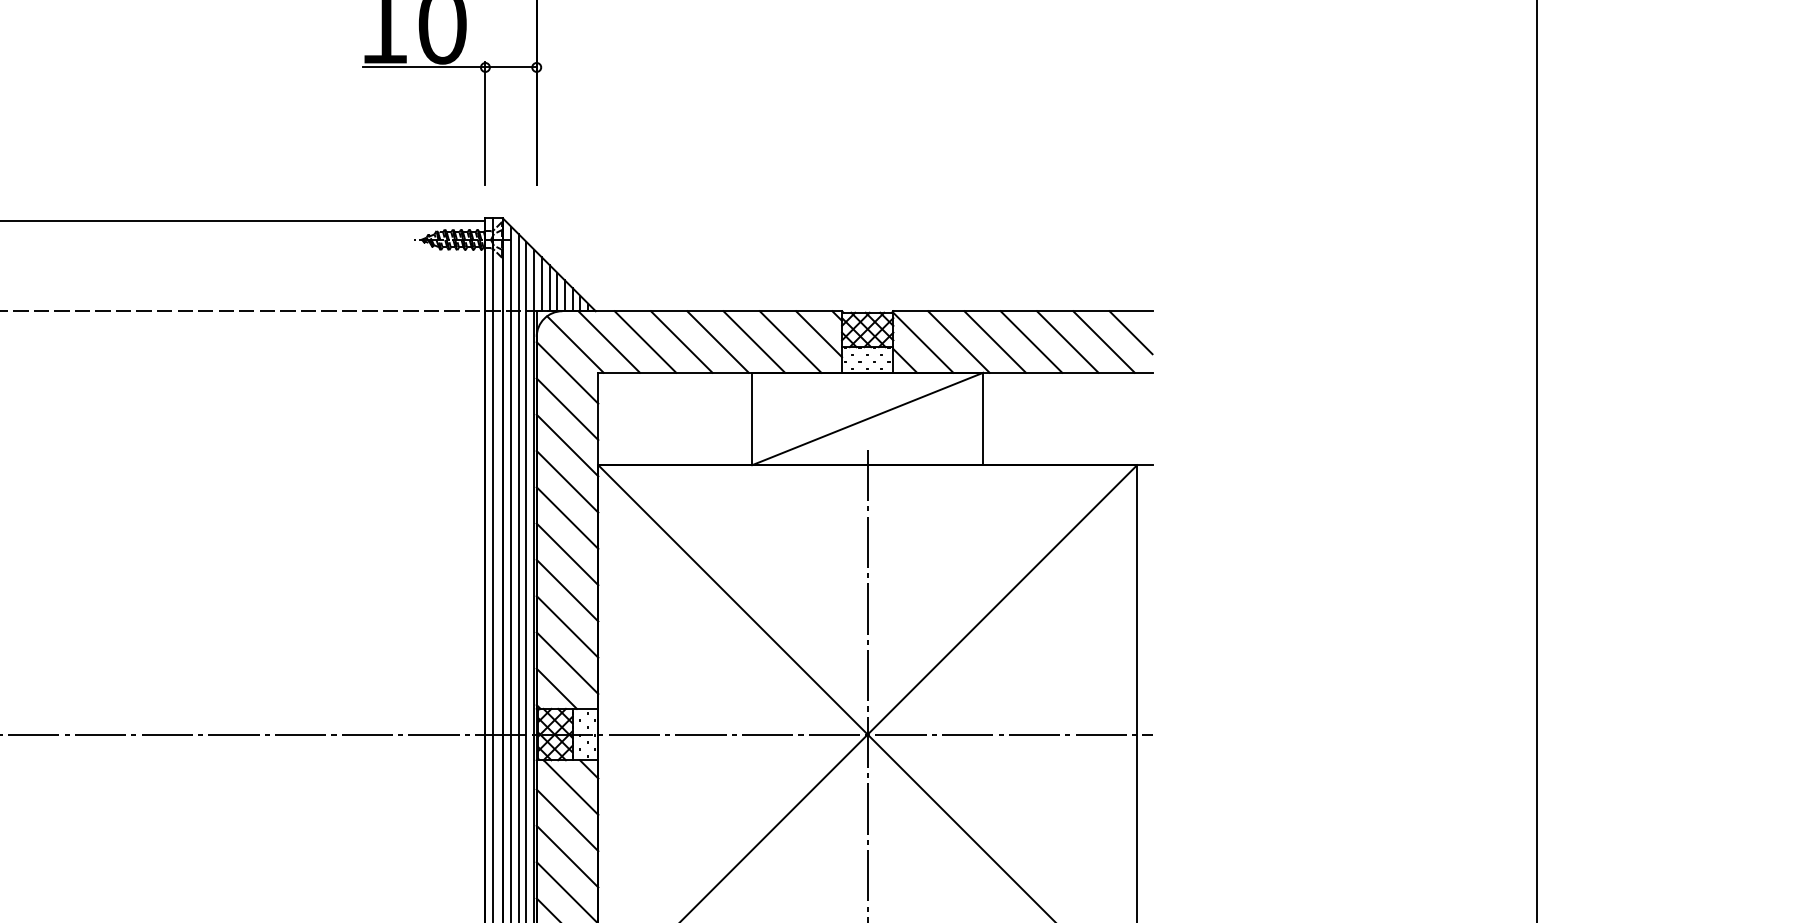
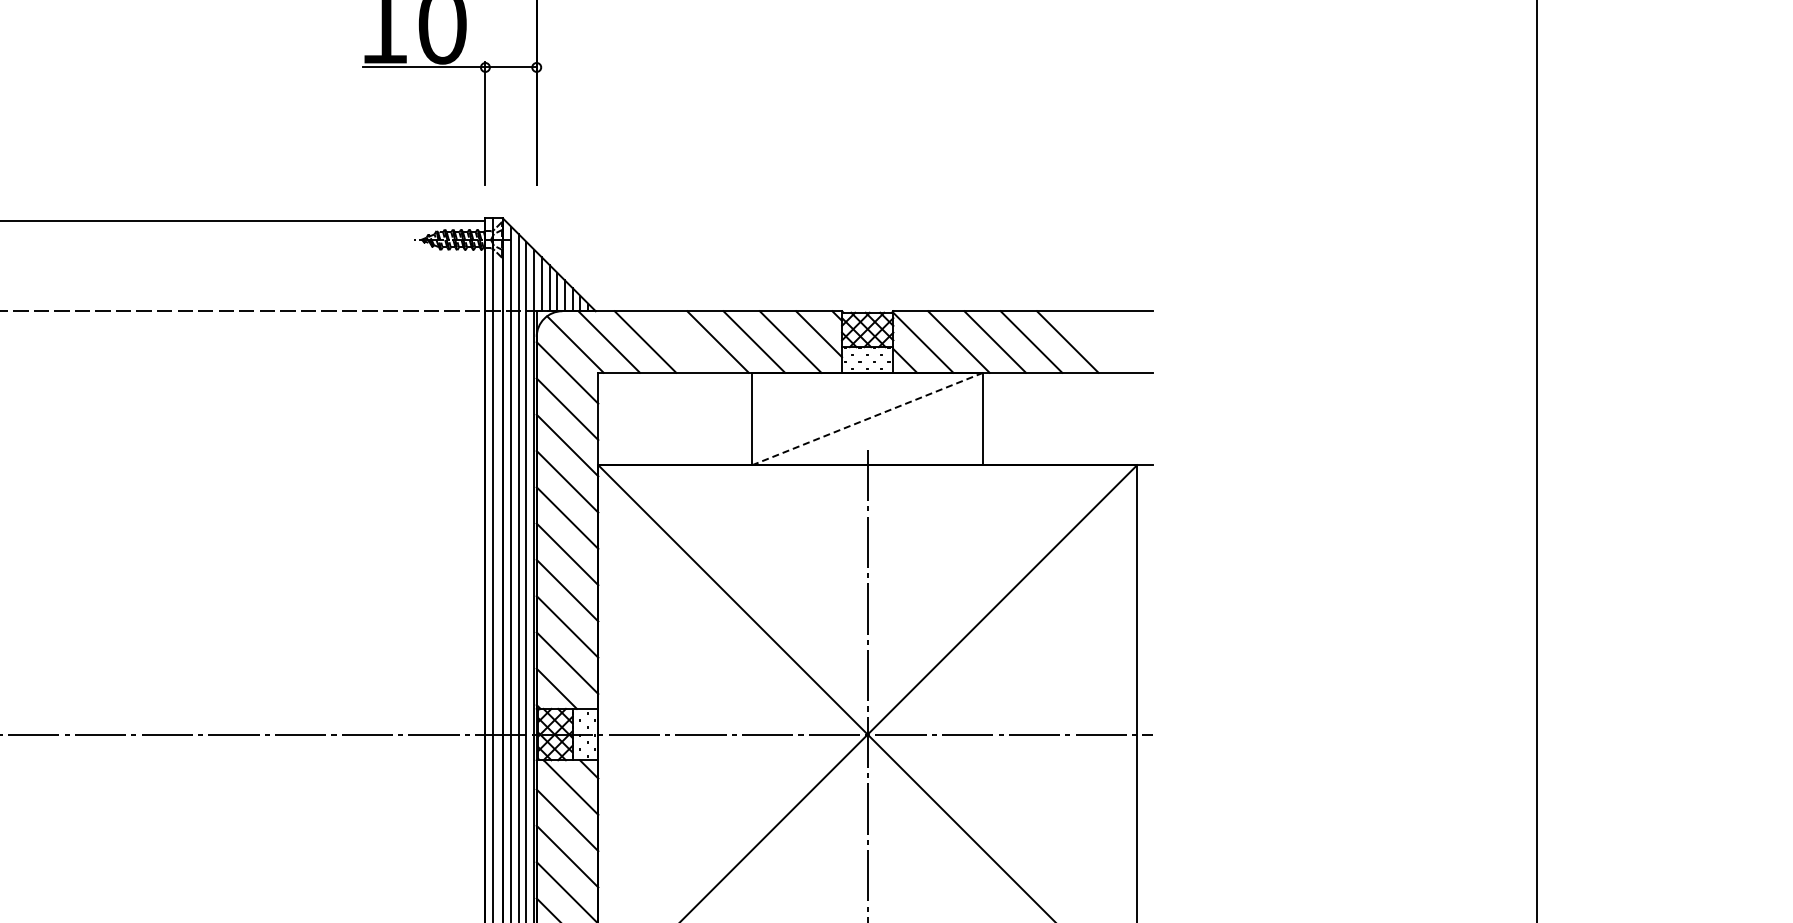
line at (1130, 332): present -> none
line at (681, 341): present -> none
line at (1103, 341): present -> none
line at (867, 419): solid -> dashed
